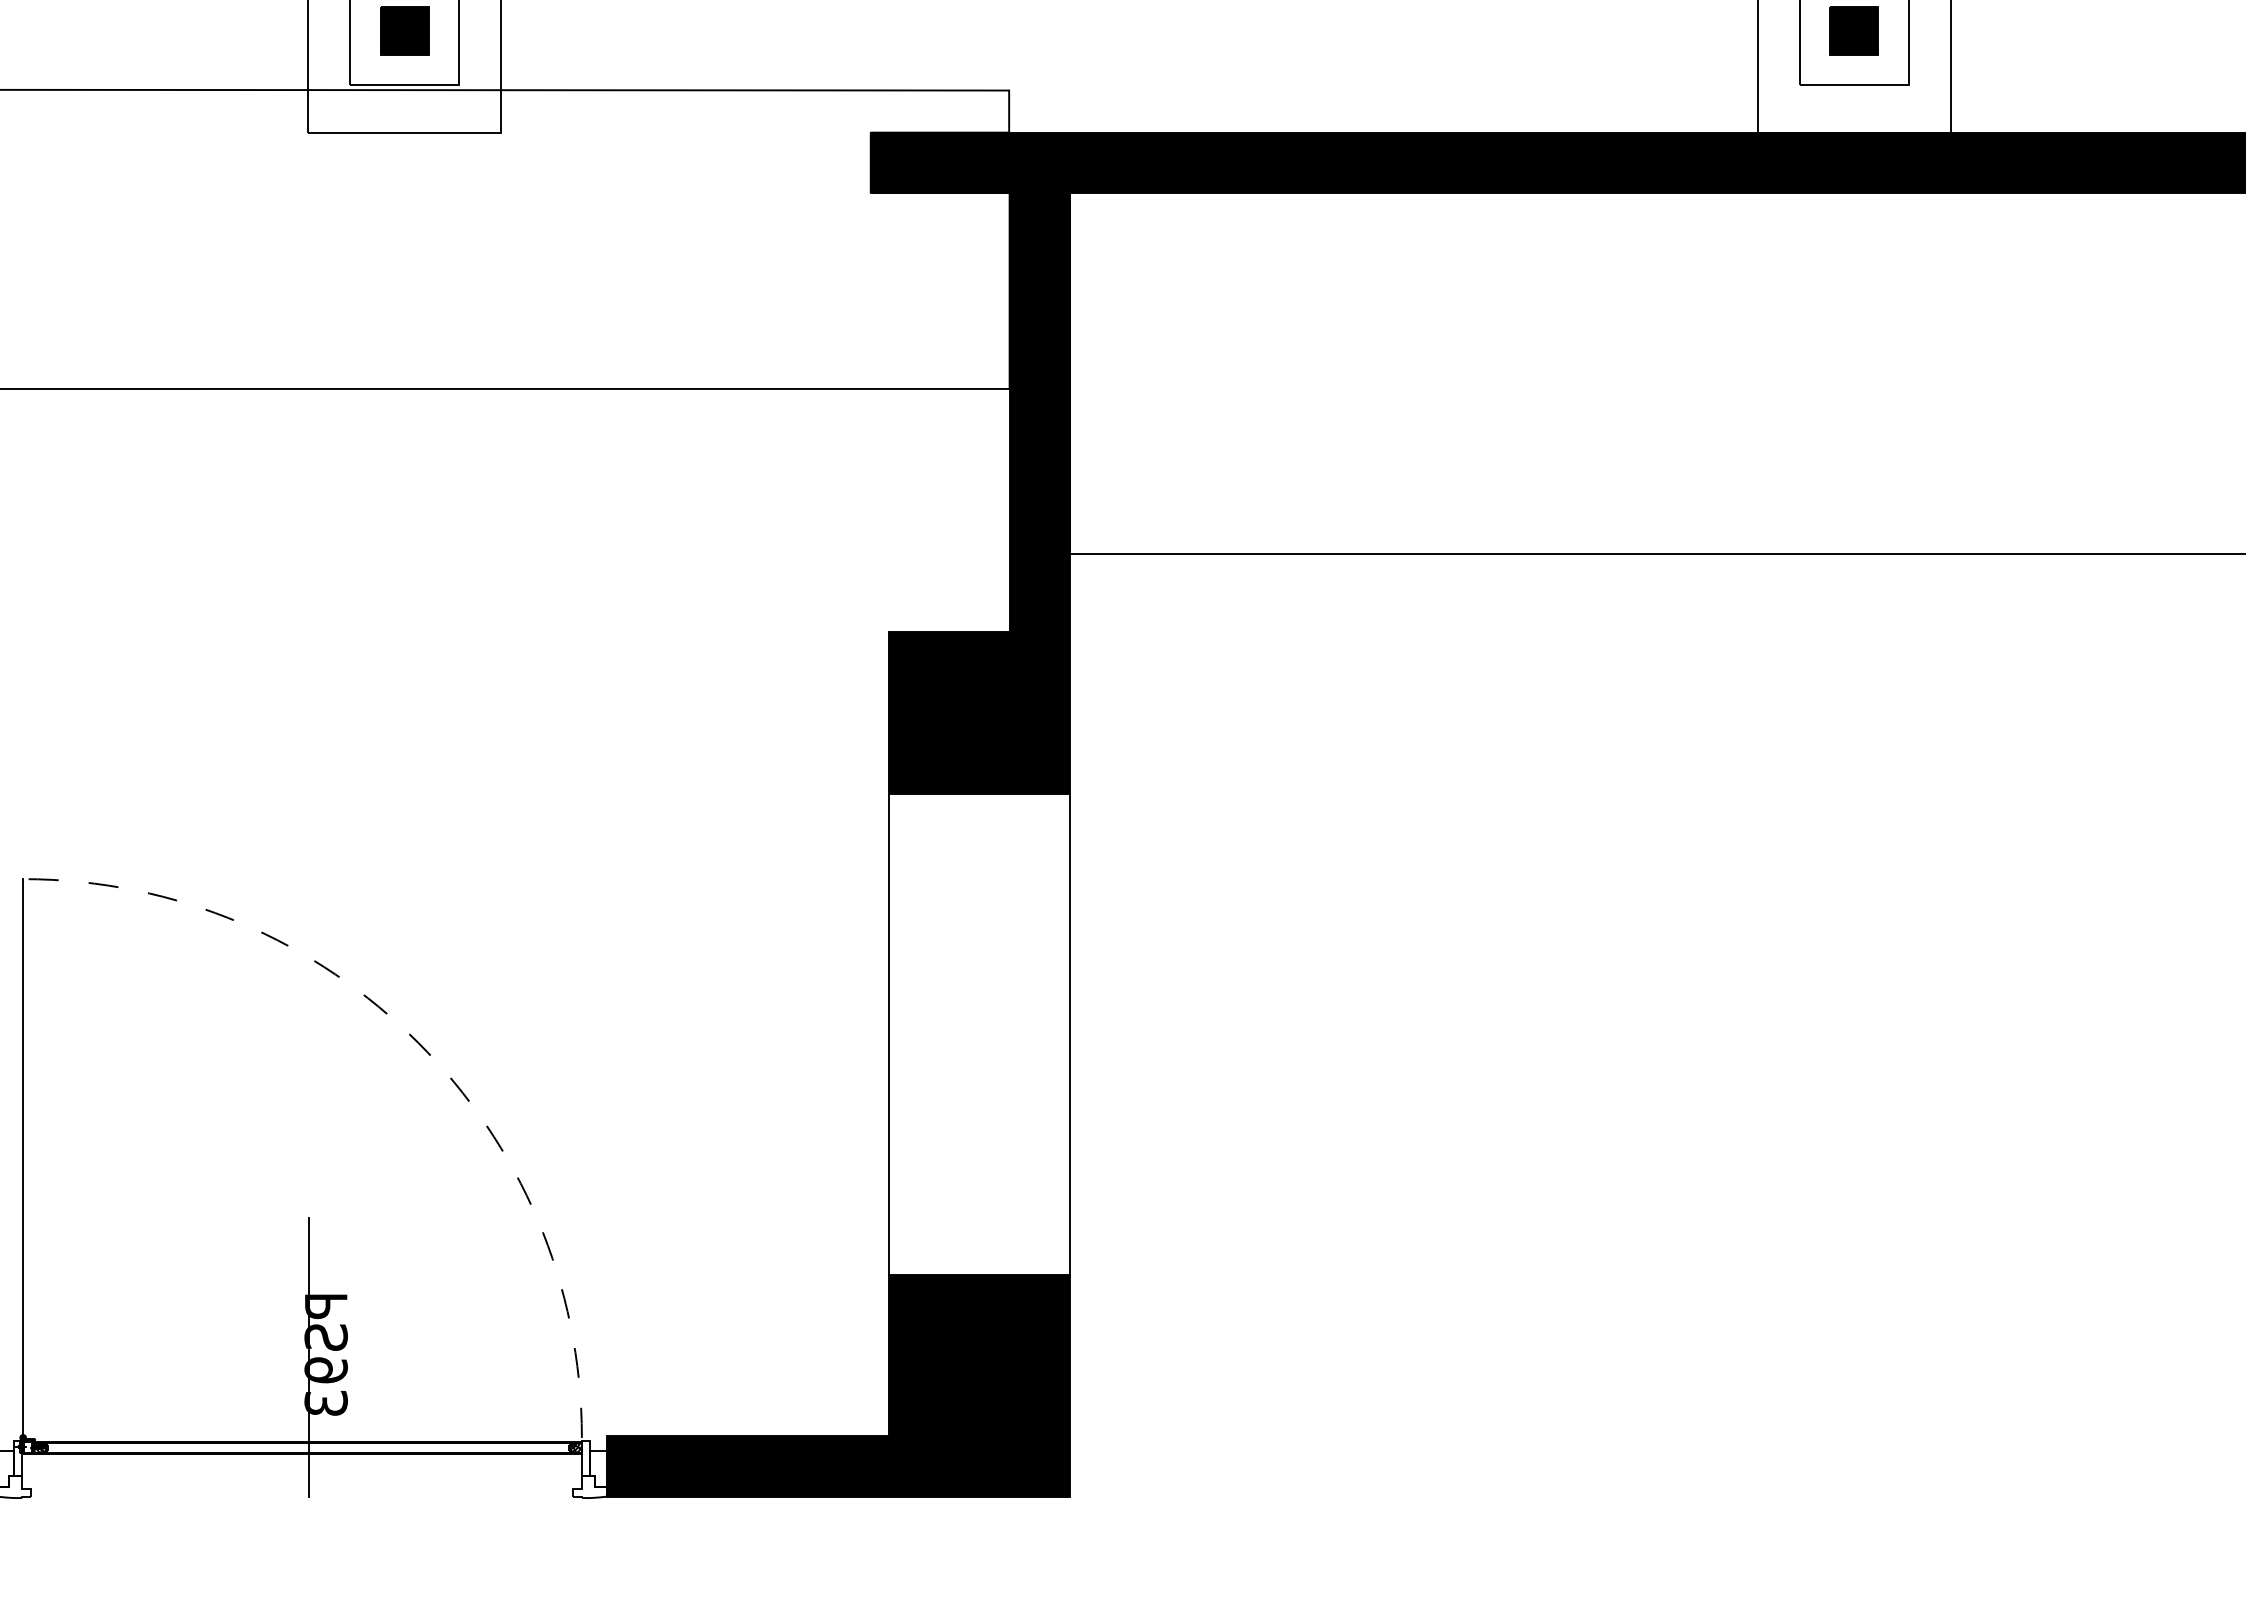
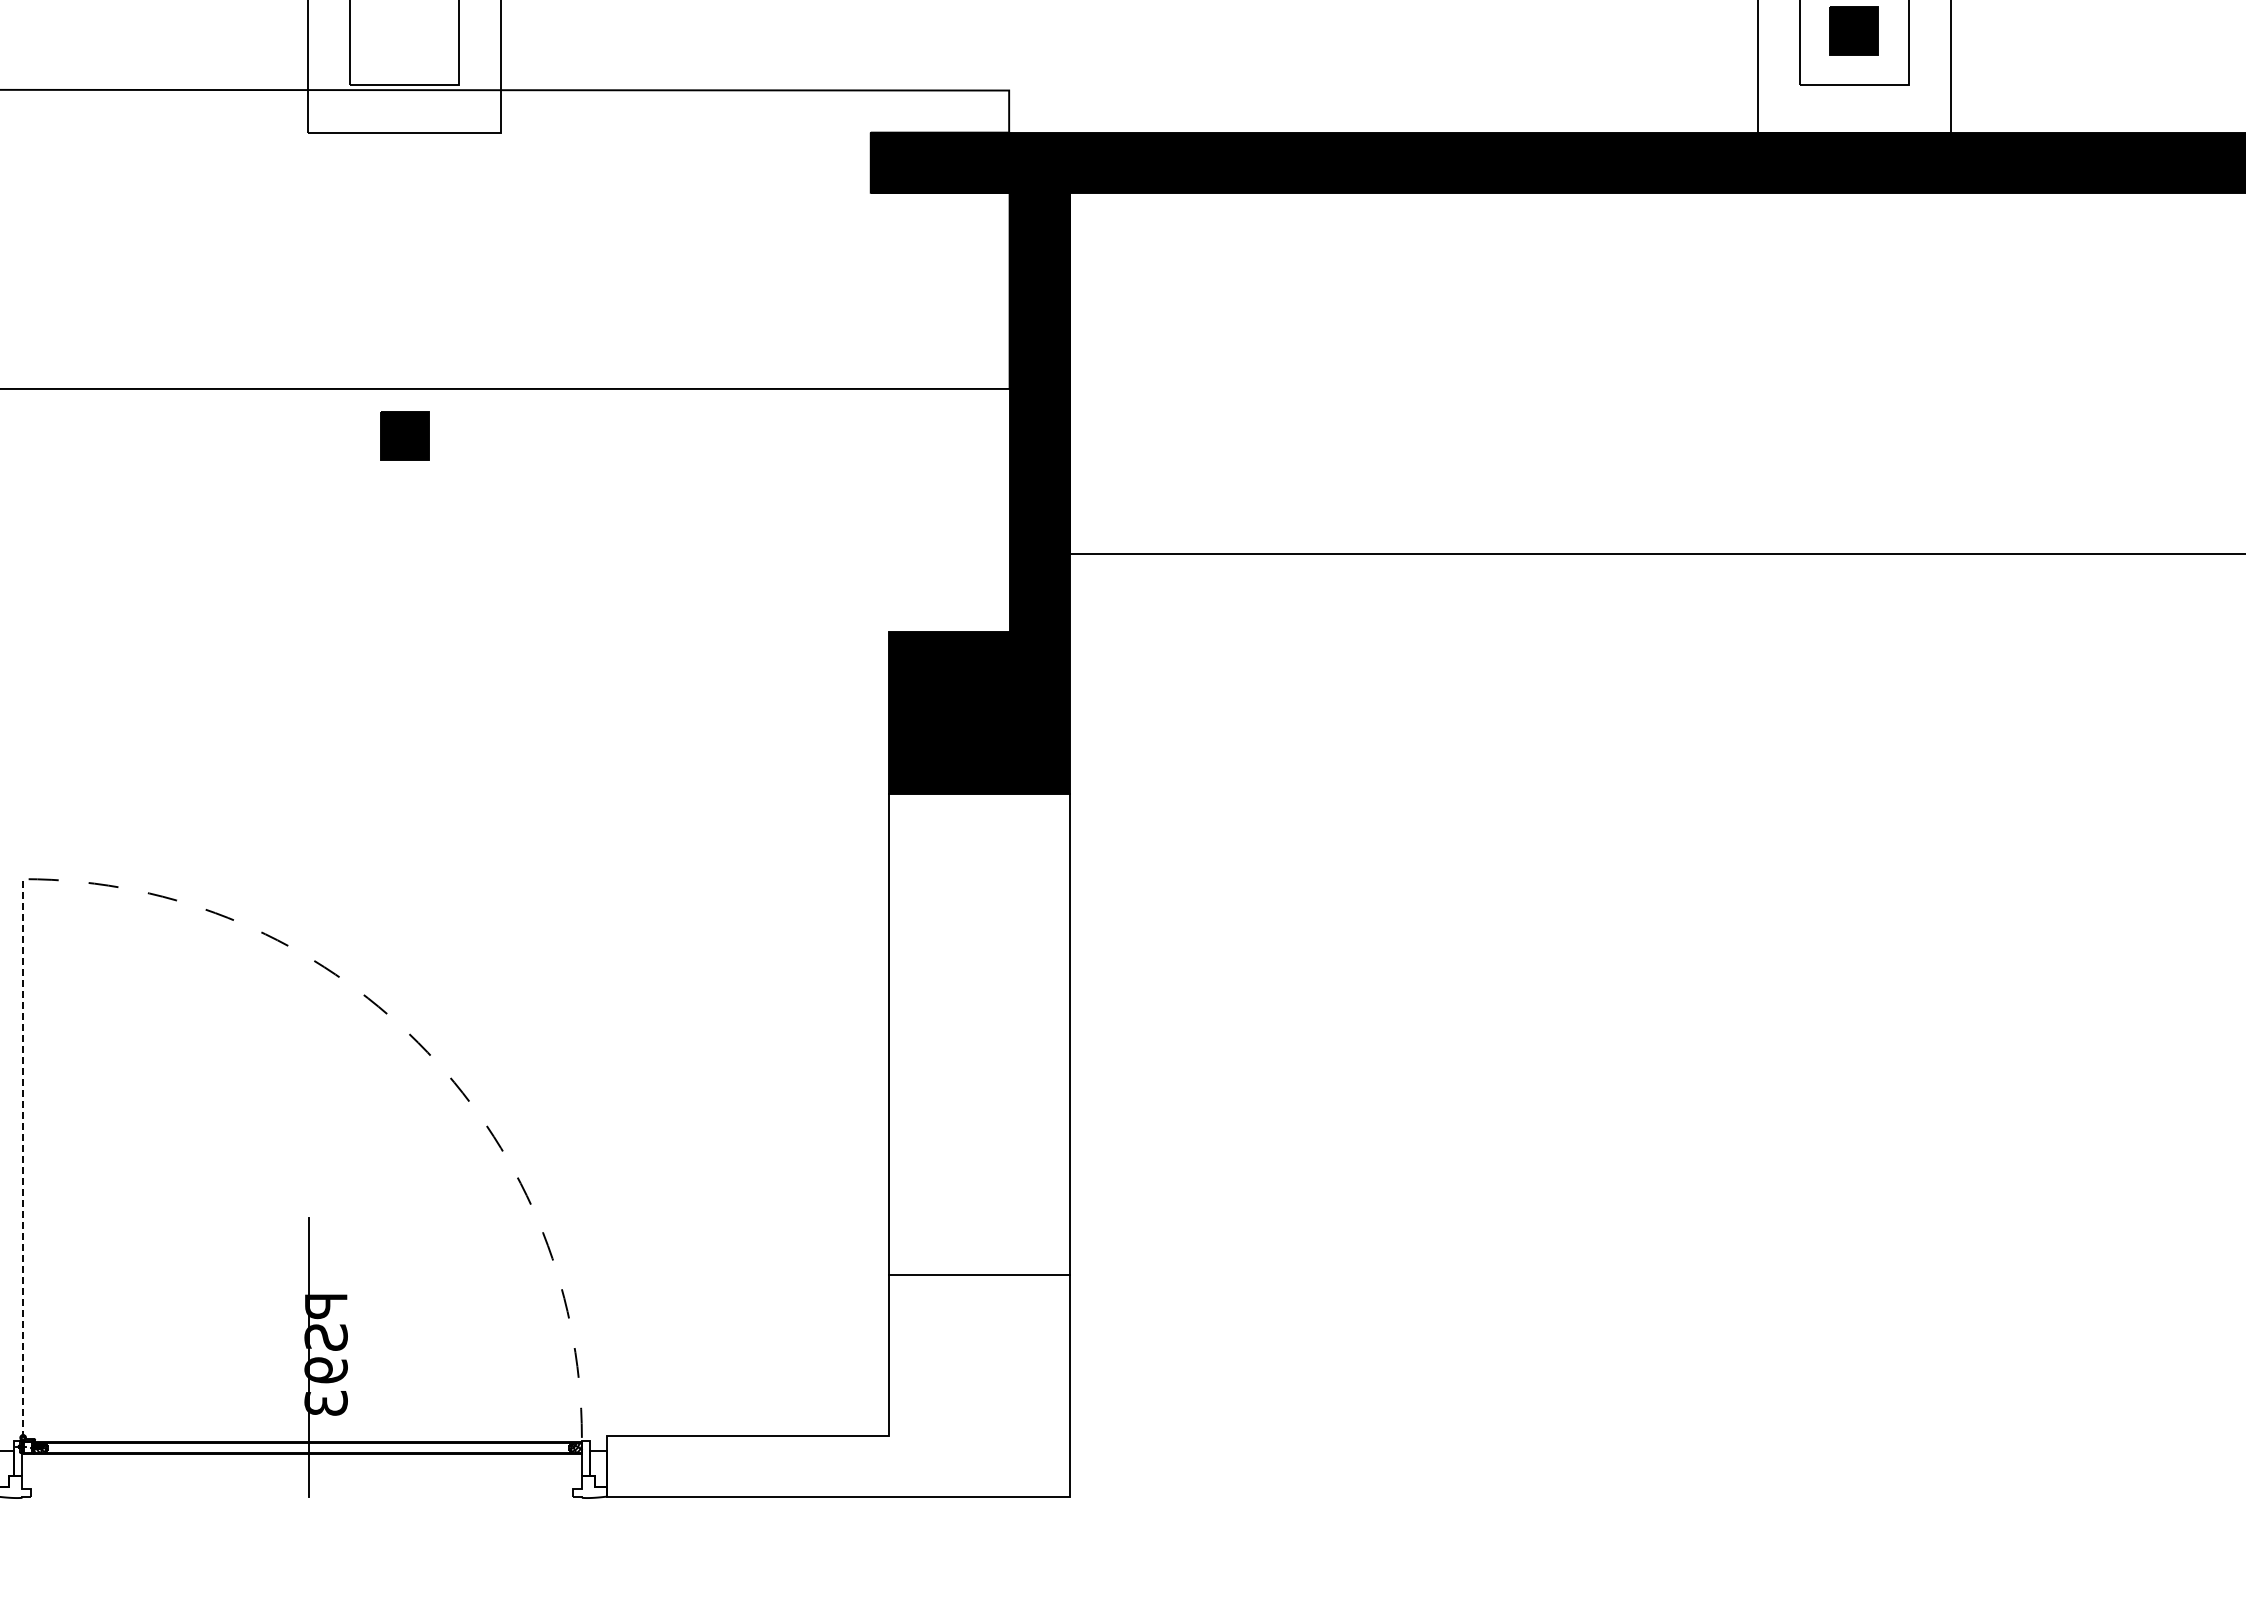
part at (404, 30) position: (404, 30) -> (404, 435)
line at (23, 1158): solid -> dashed
fill at (838, 1385): present -> none
